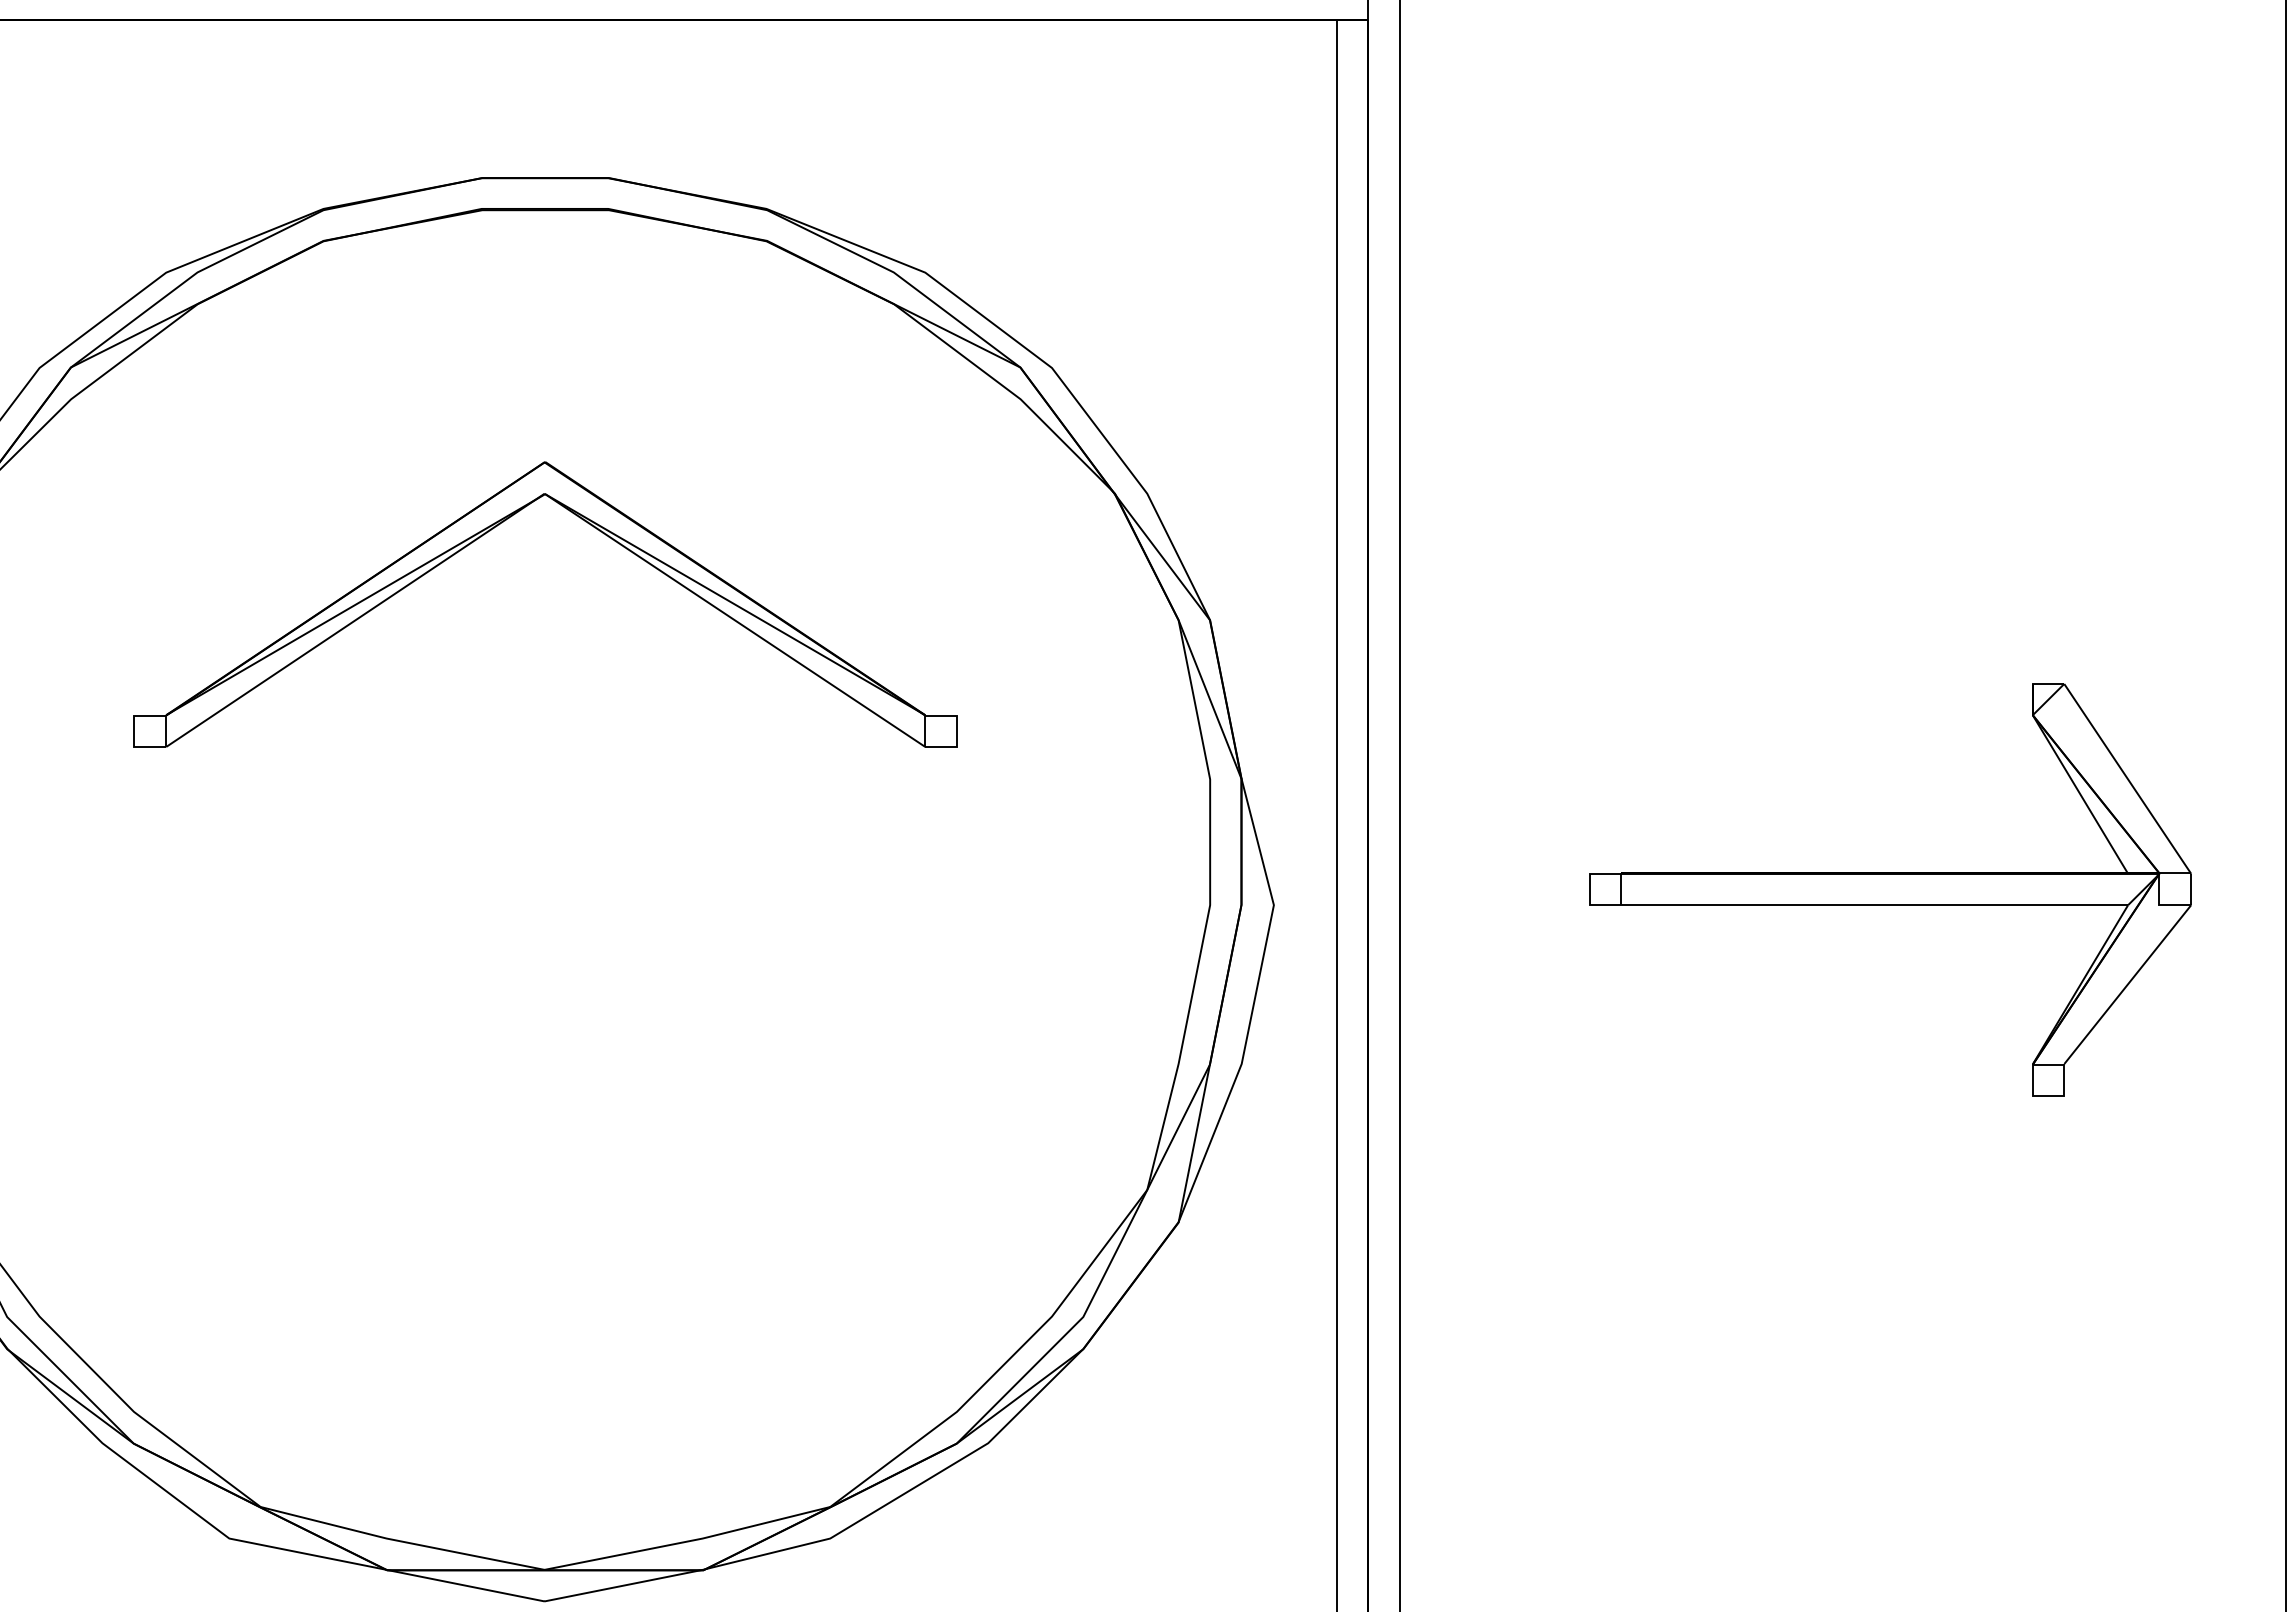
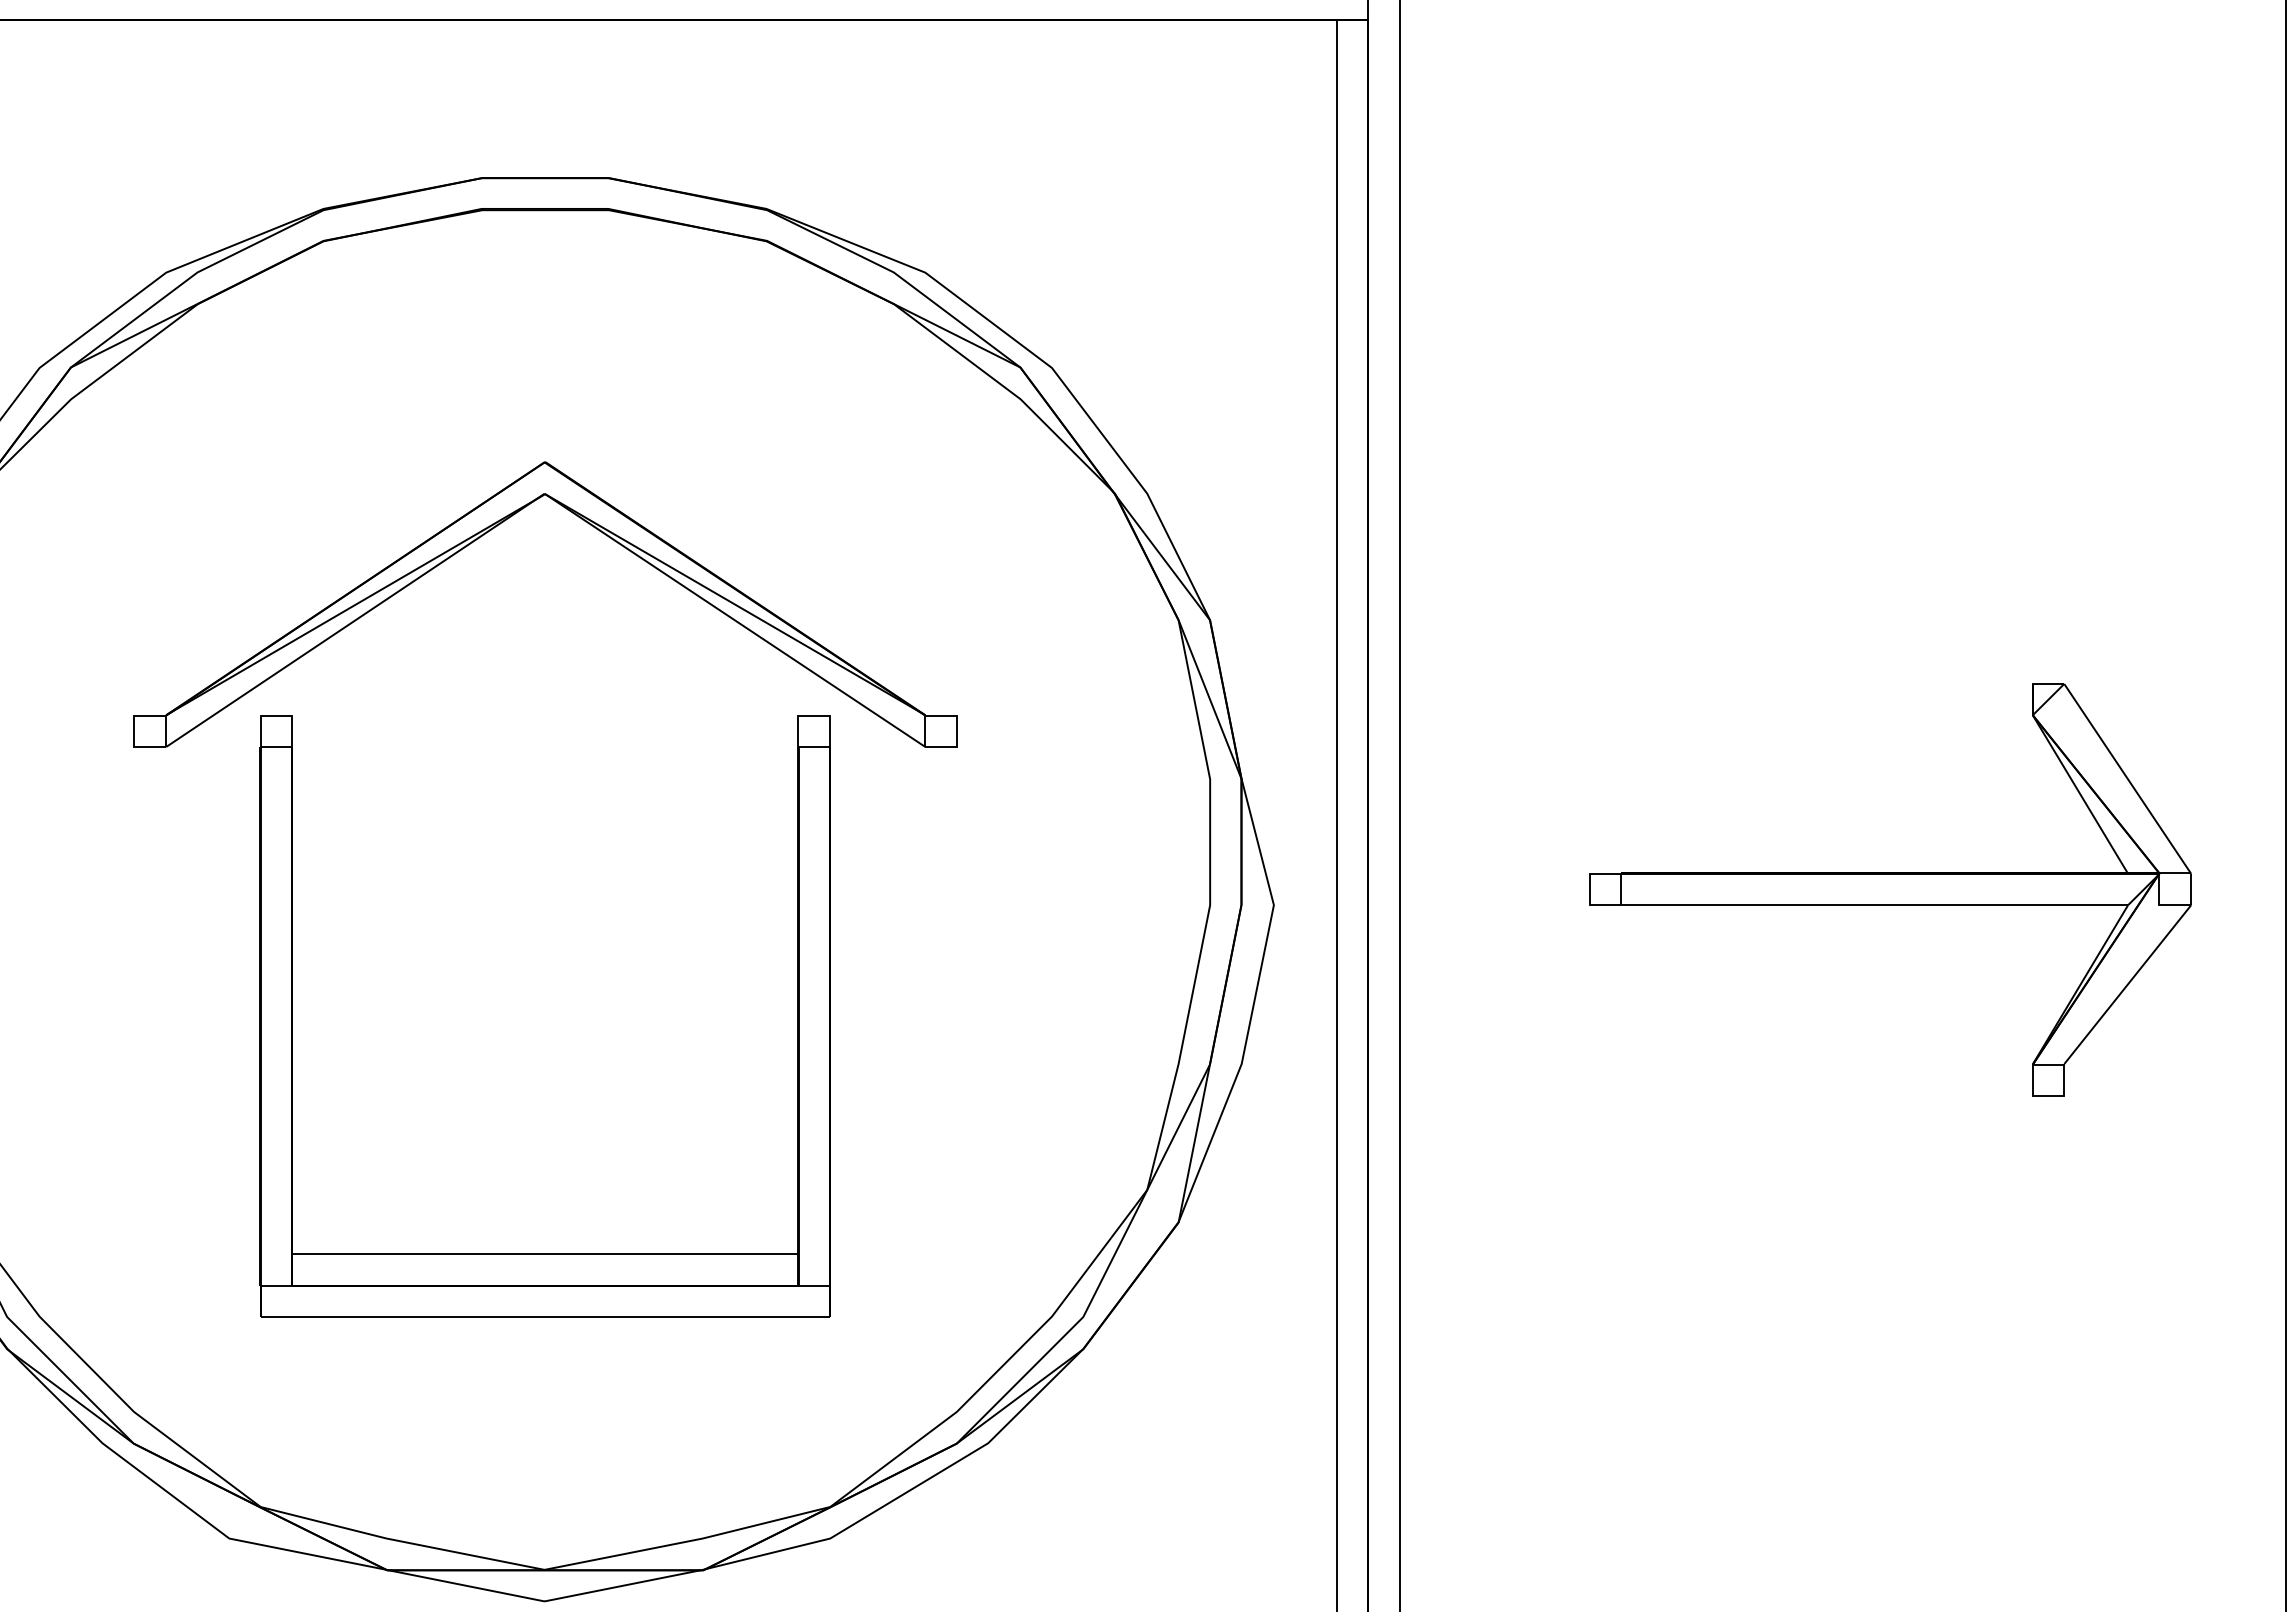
part at (544, 1253): none -> present
